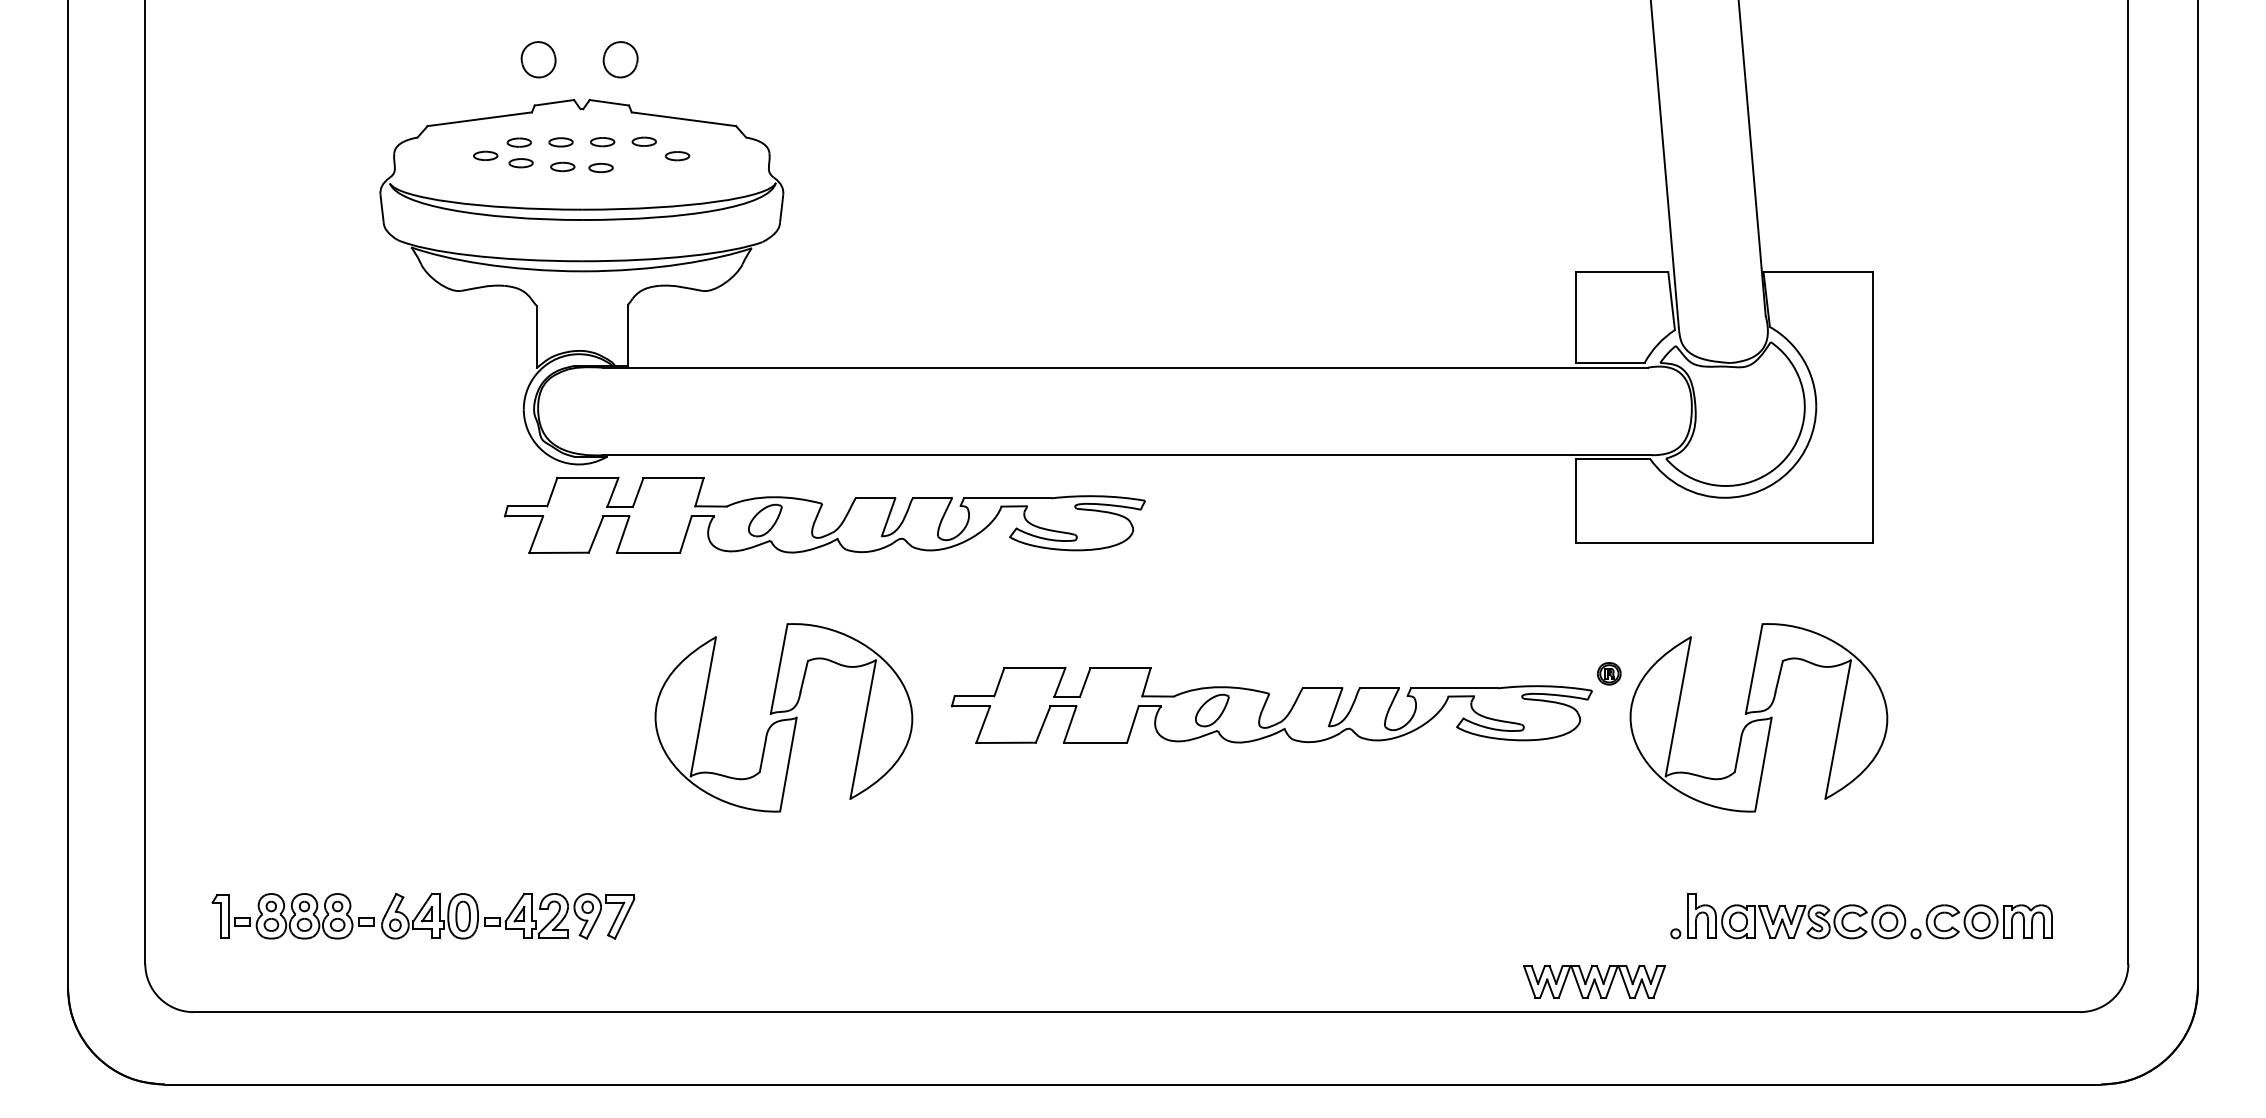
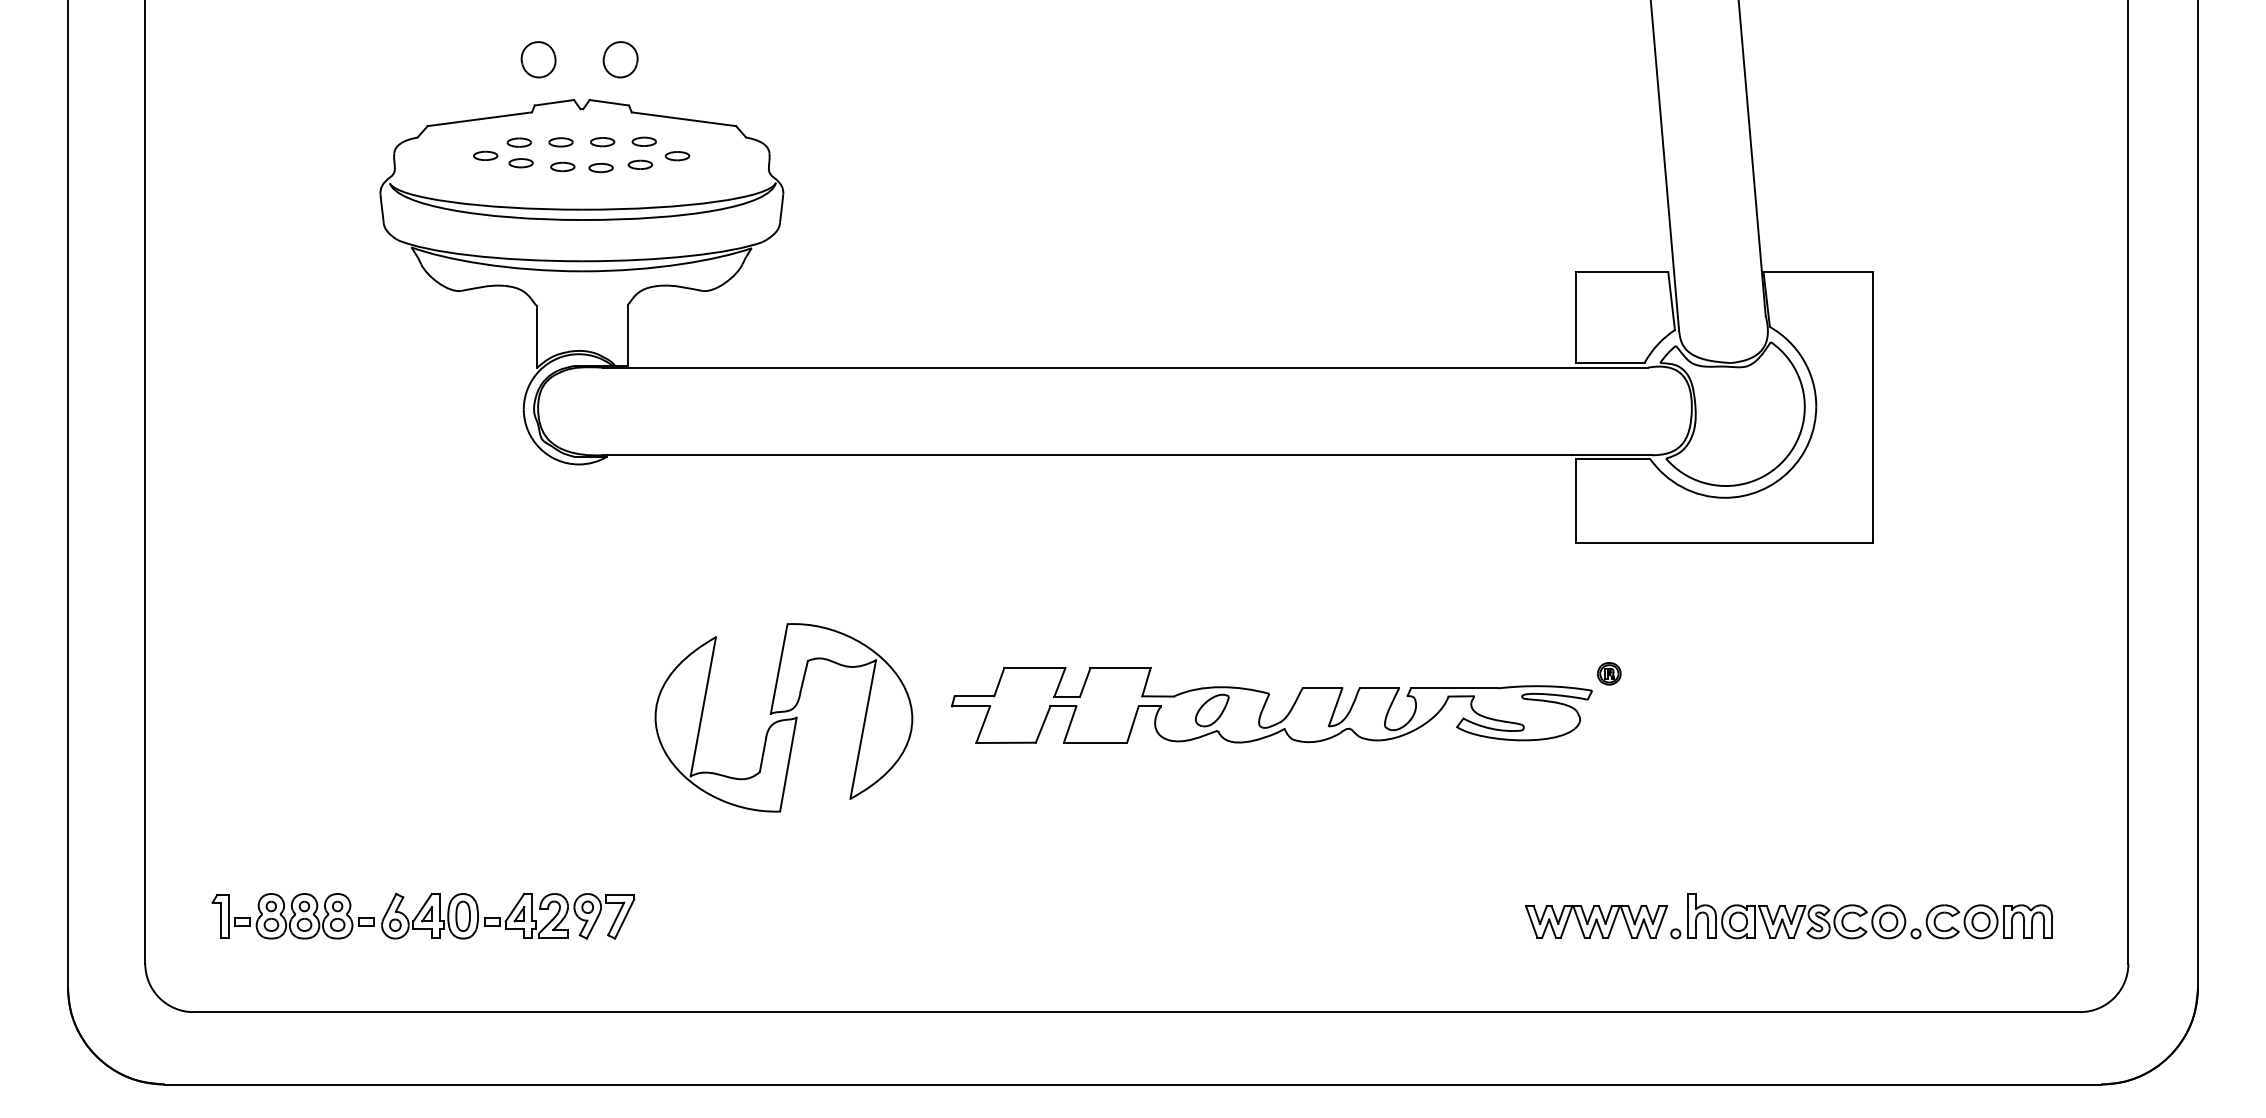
part at (640, 164): none -> present
part at (824, 514): present -> none
part at (1758, 717): present -> none
part at (1594, 981) position: (1594, 981) -> (1596, 921)
